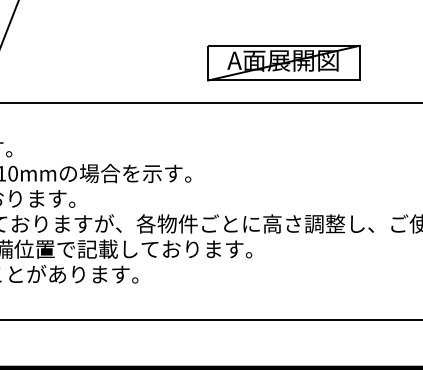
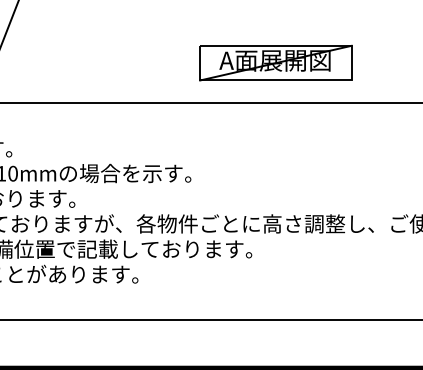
part at (283, 62) position: (283, 62) -> (275, 62)
